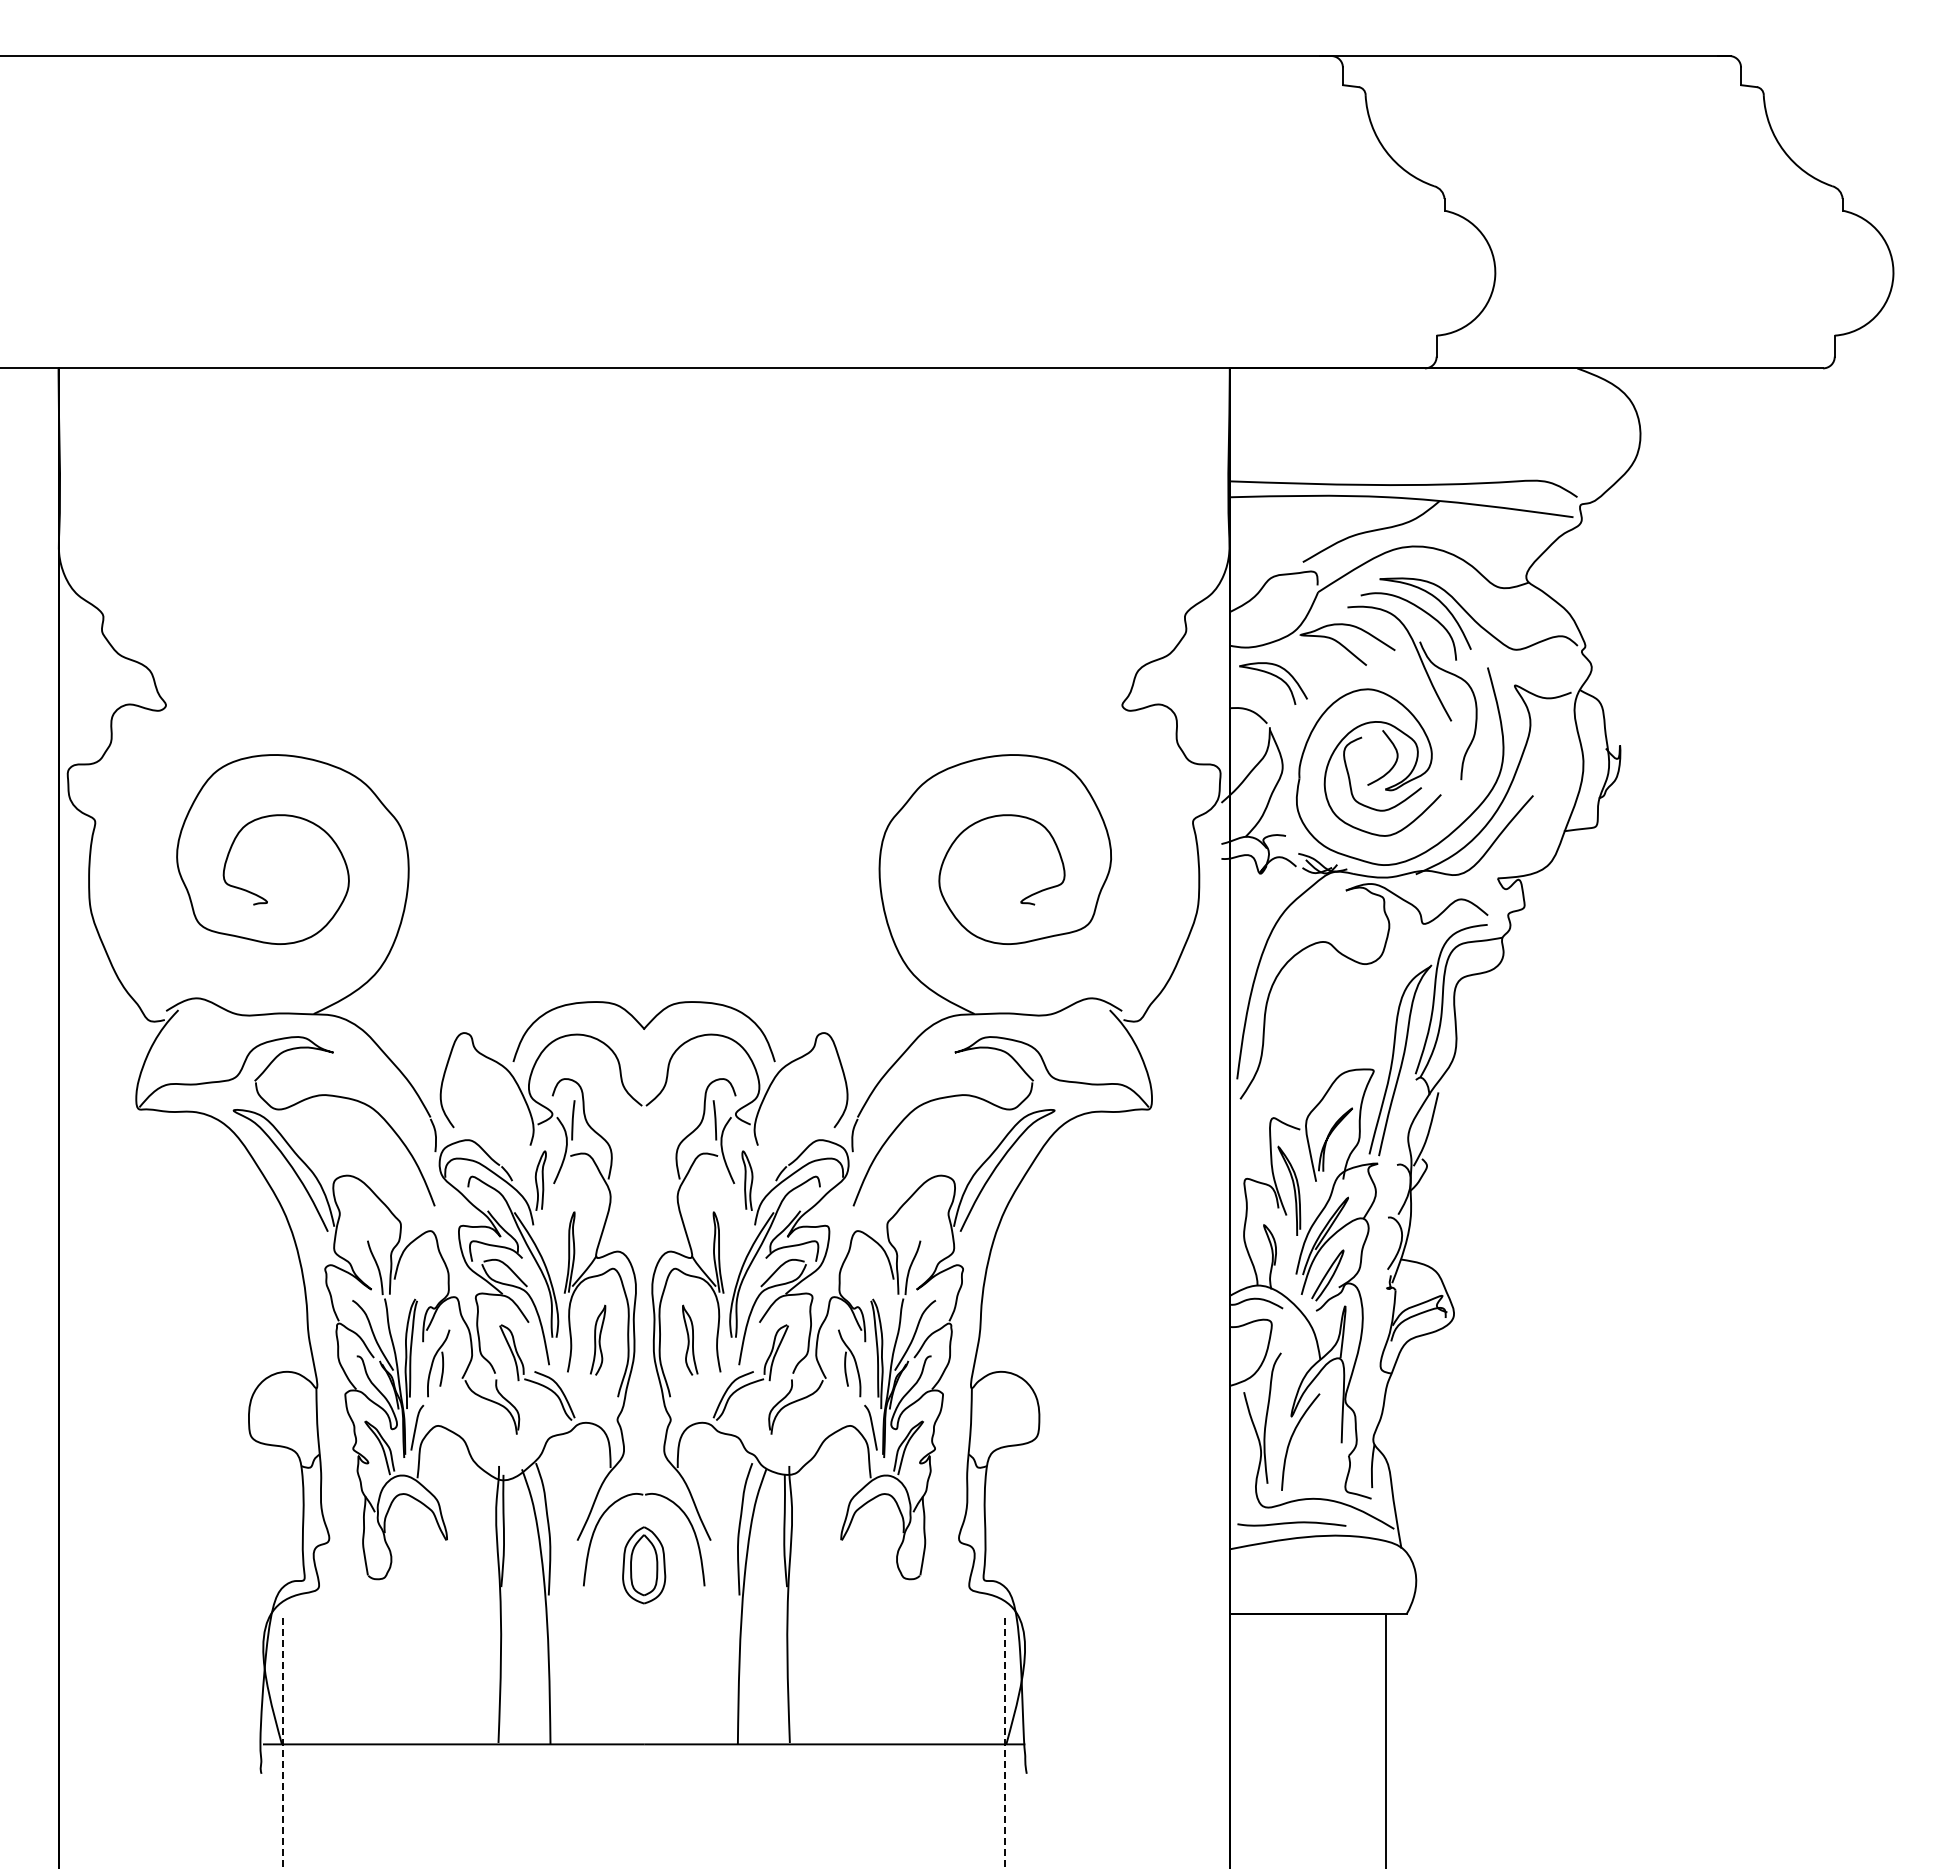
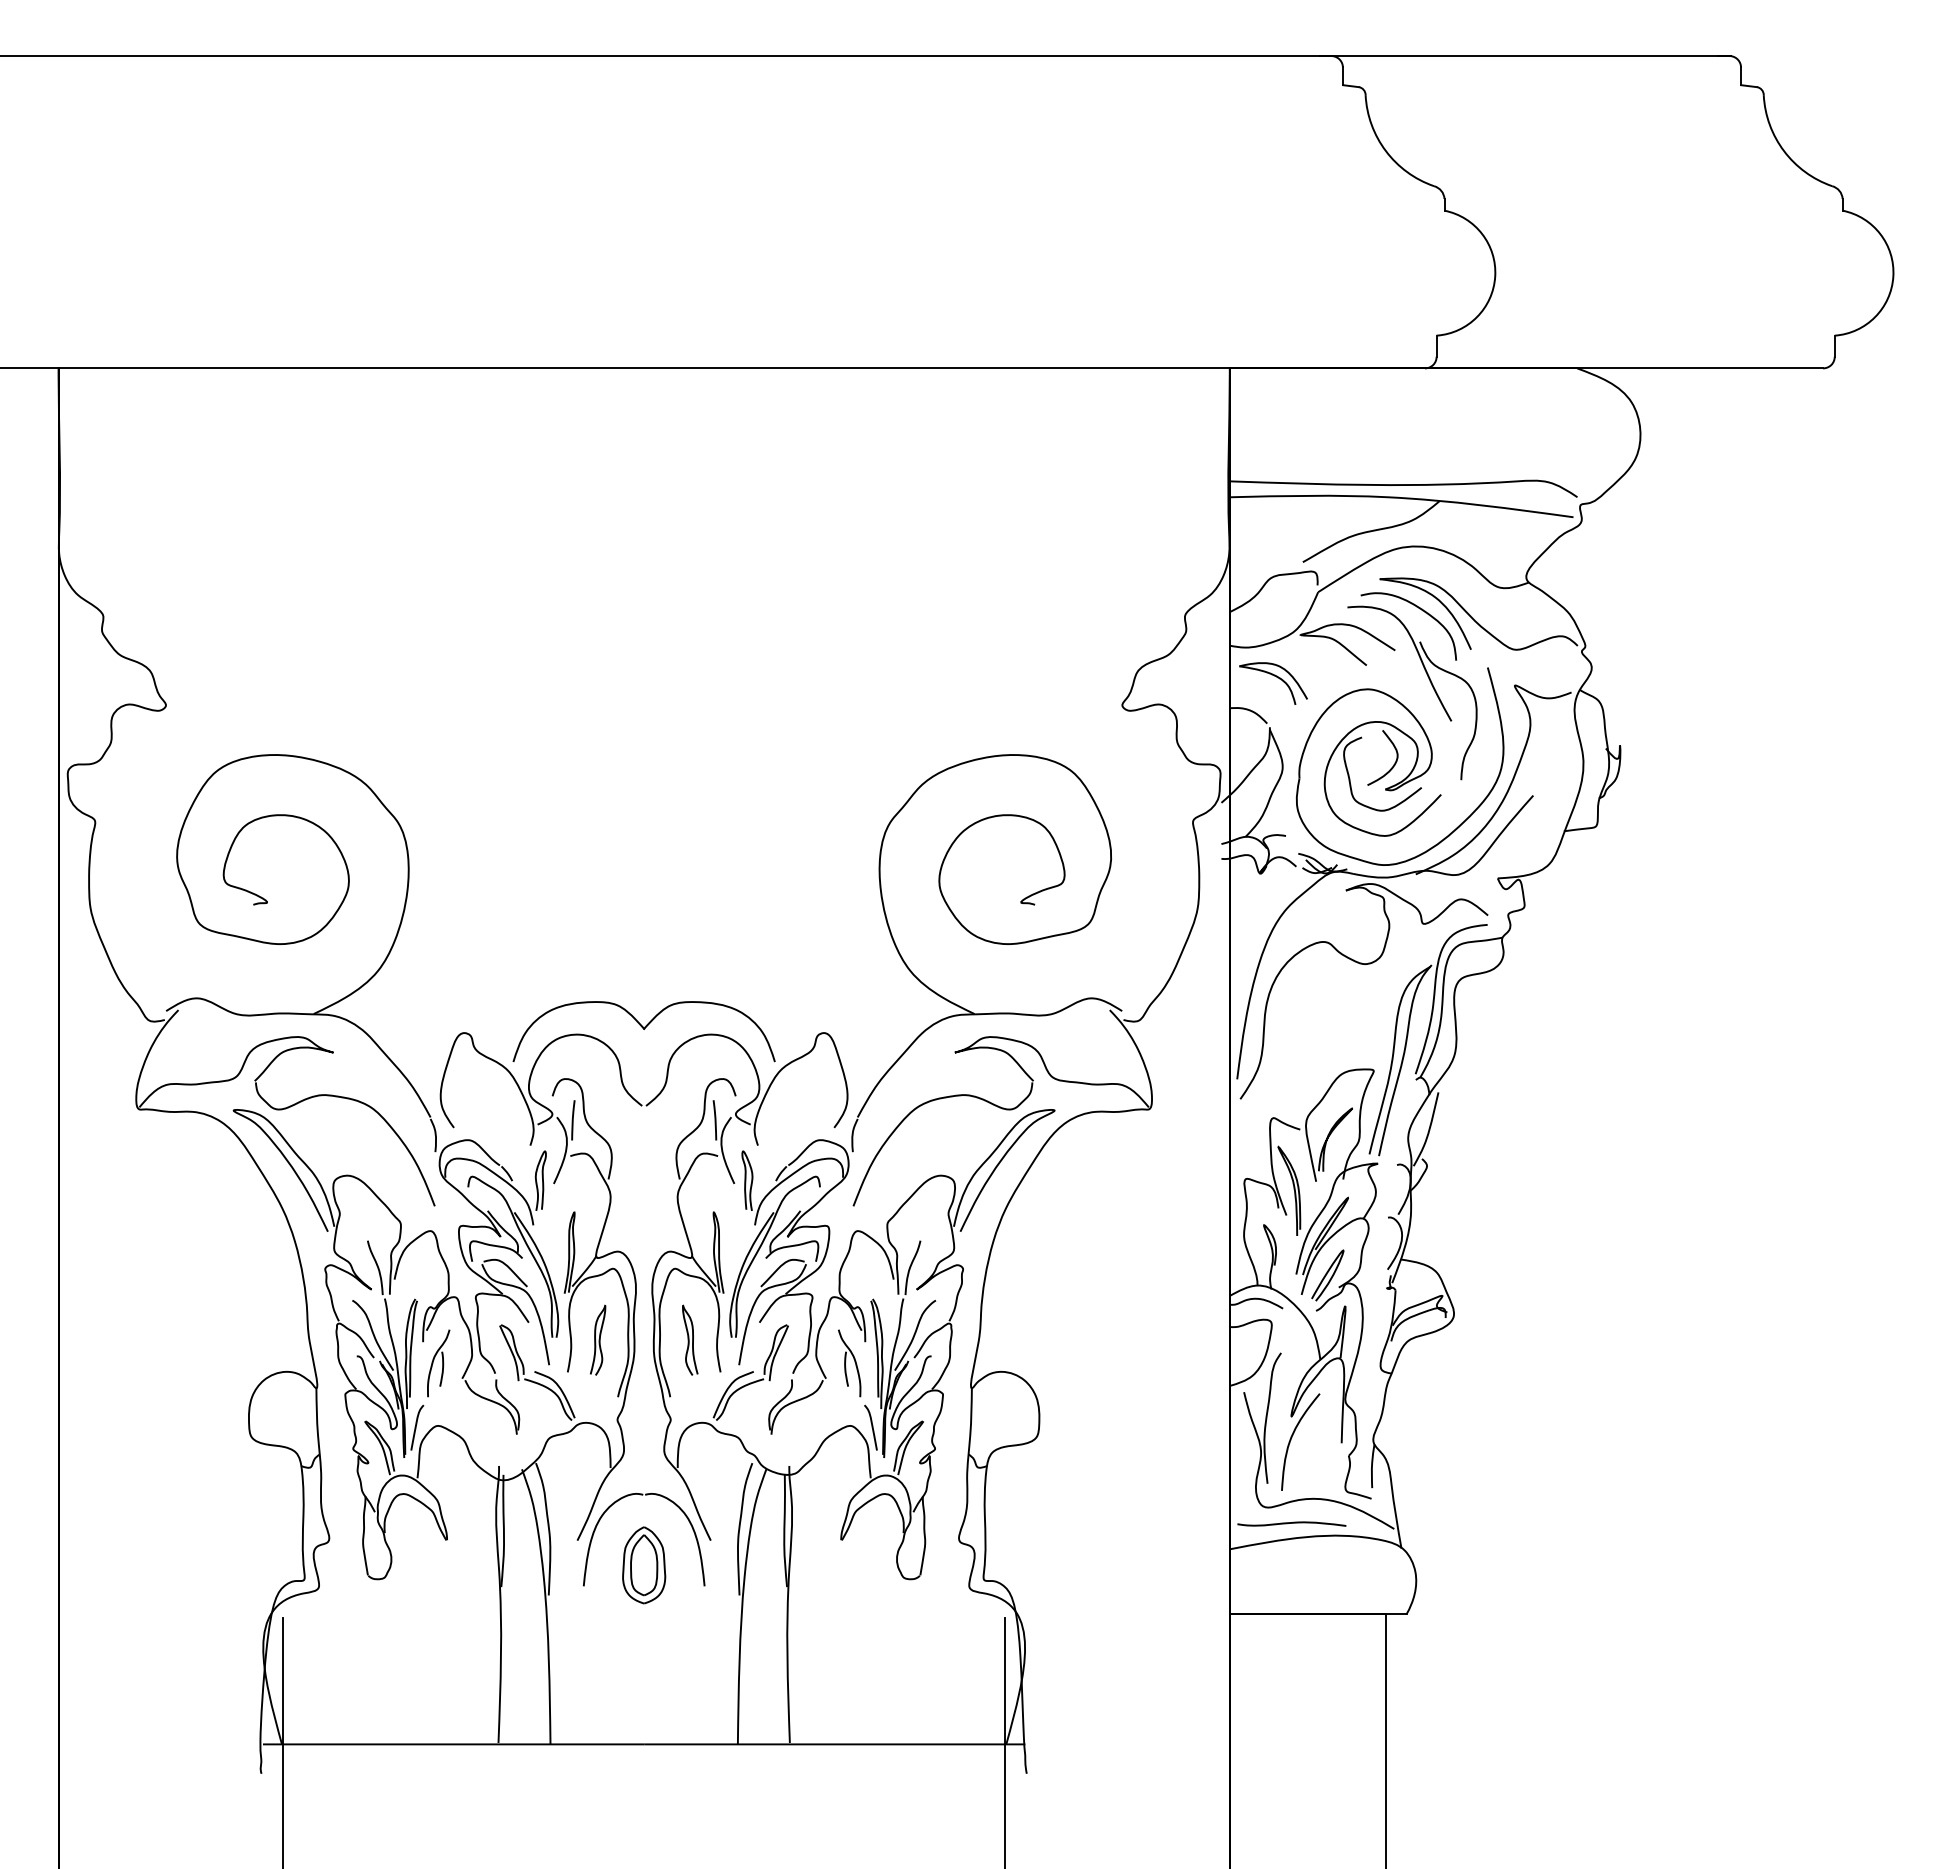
line at (283, 1743): dashed -> solid
line at (1005, 1743): dashed -> solid
